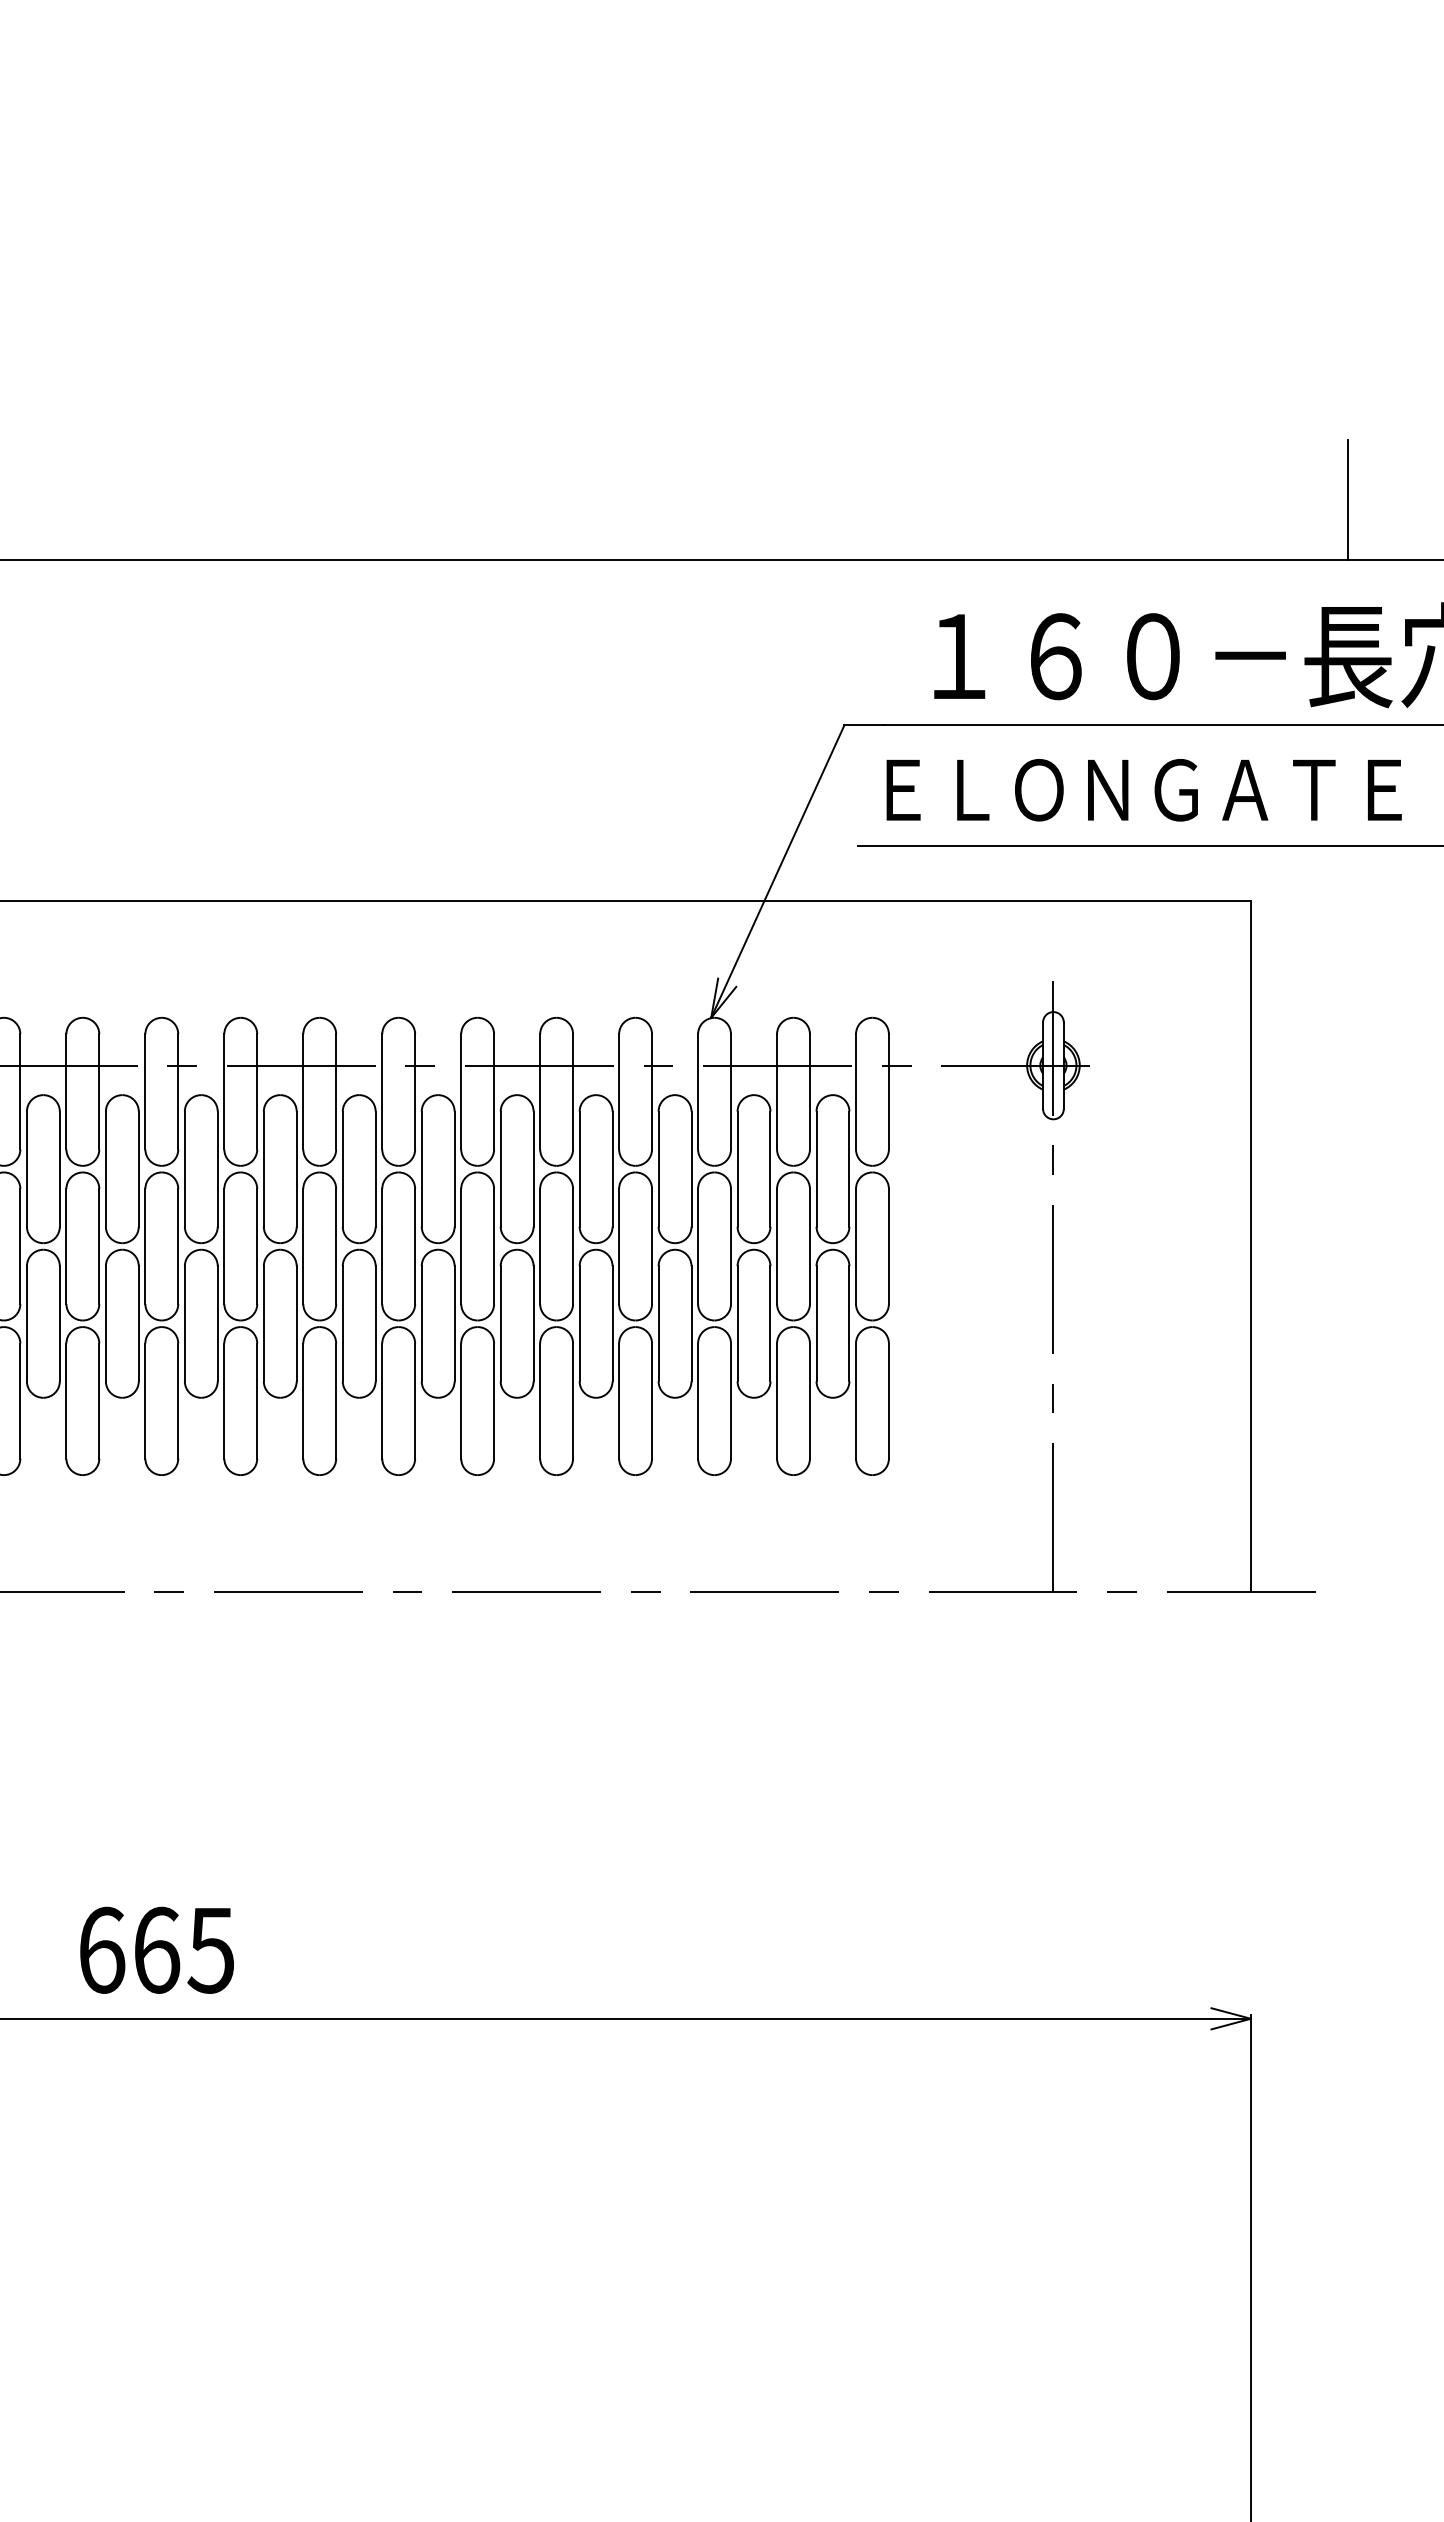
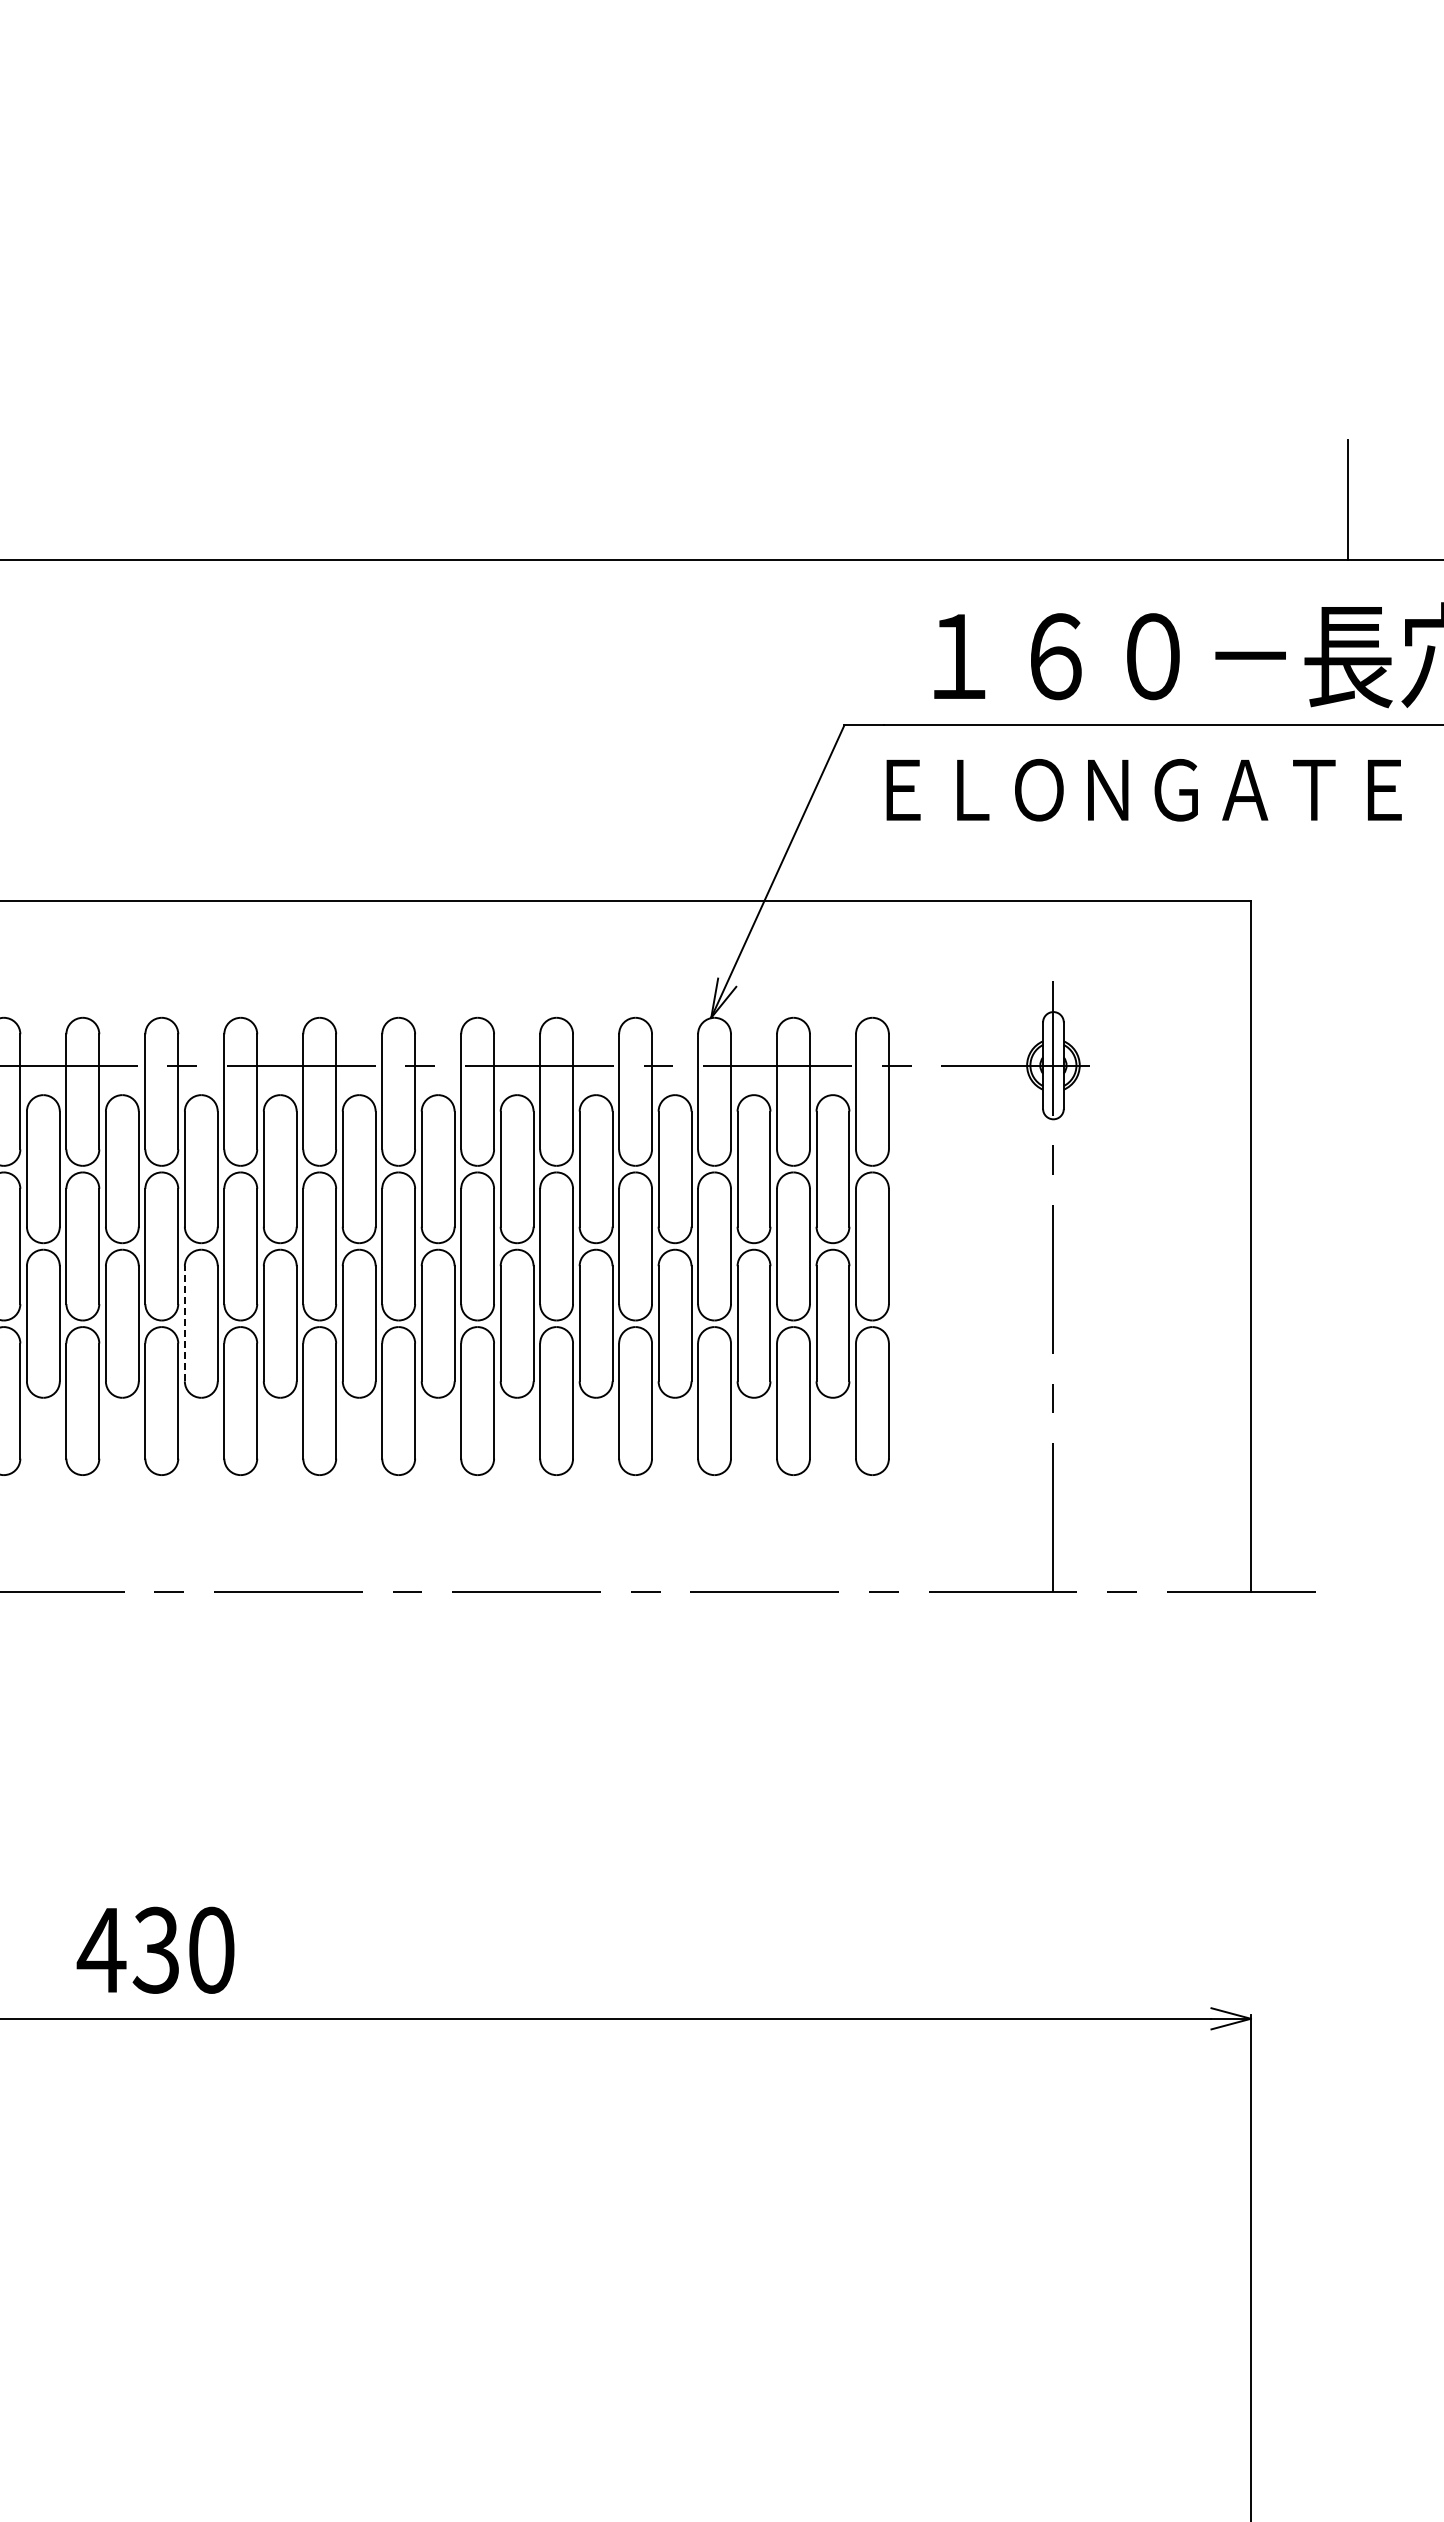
line at (1148, 845): present -> none
line at (184, 1323): solid -> dashed
text at (155, 1949): 665 -> 430
